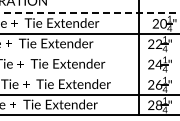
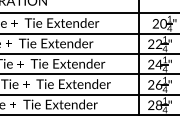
line at (90, 13): dashed -> solid
line at (89, 54): none -> present
line at (89, 74): none -> present
